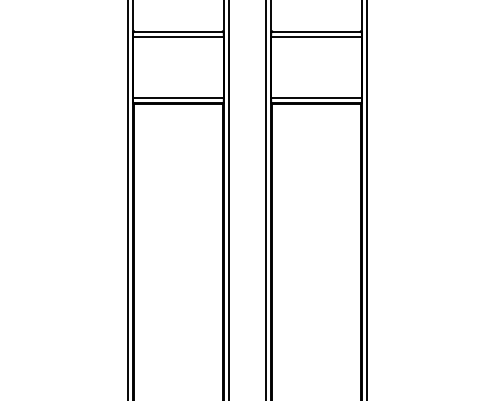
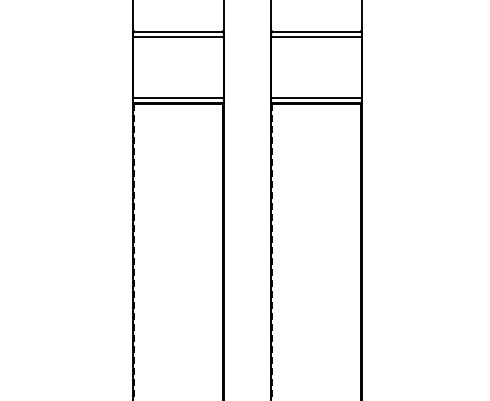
line at (127, 199): present -> none
line at (229, 199): present -> none
line at (265, 199): present -> none
line at (367, 199): present -> none
line at (134, 252): solid -> dashed
line at (272, 252): solid -> dashed
